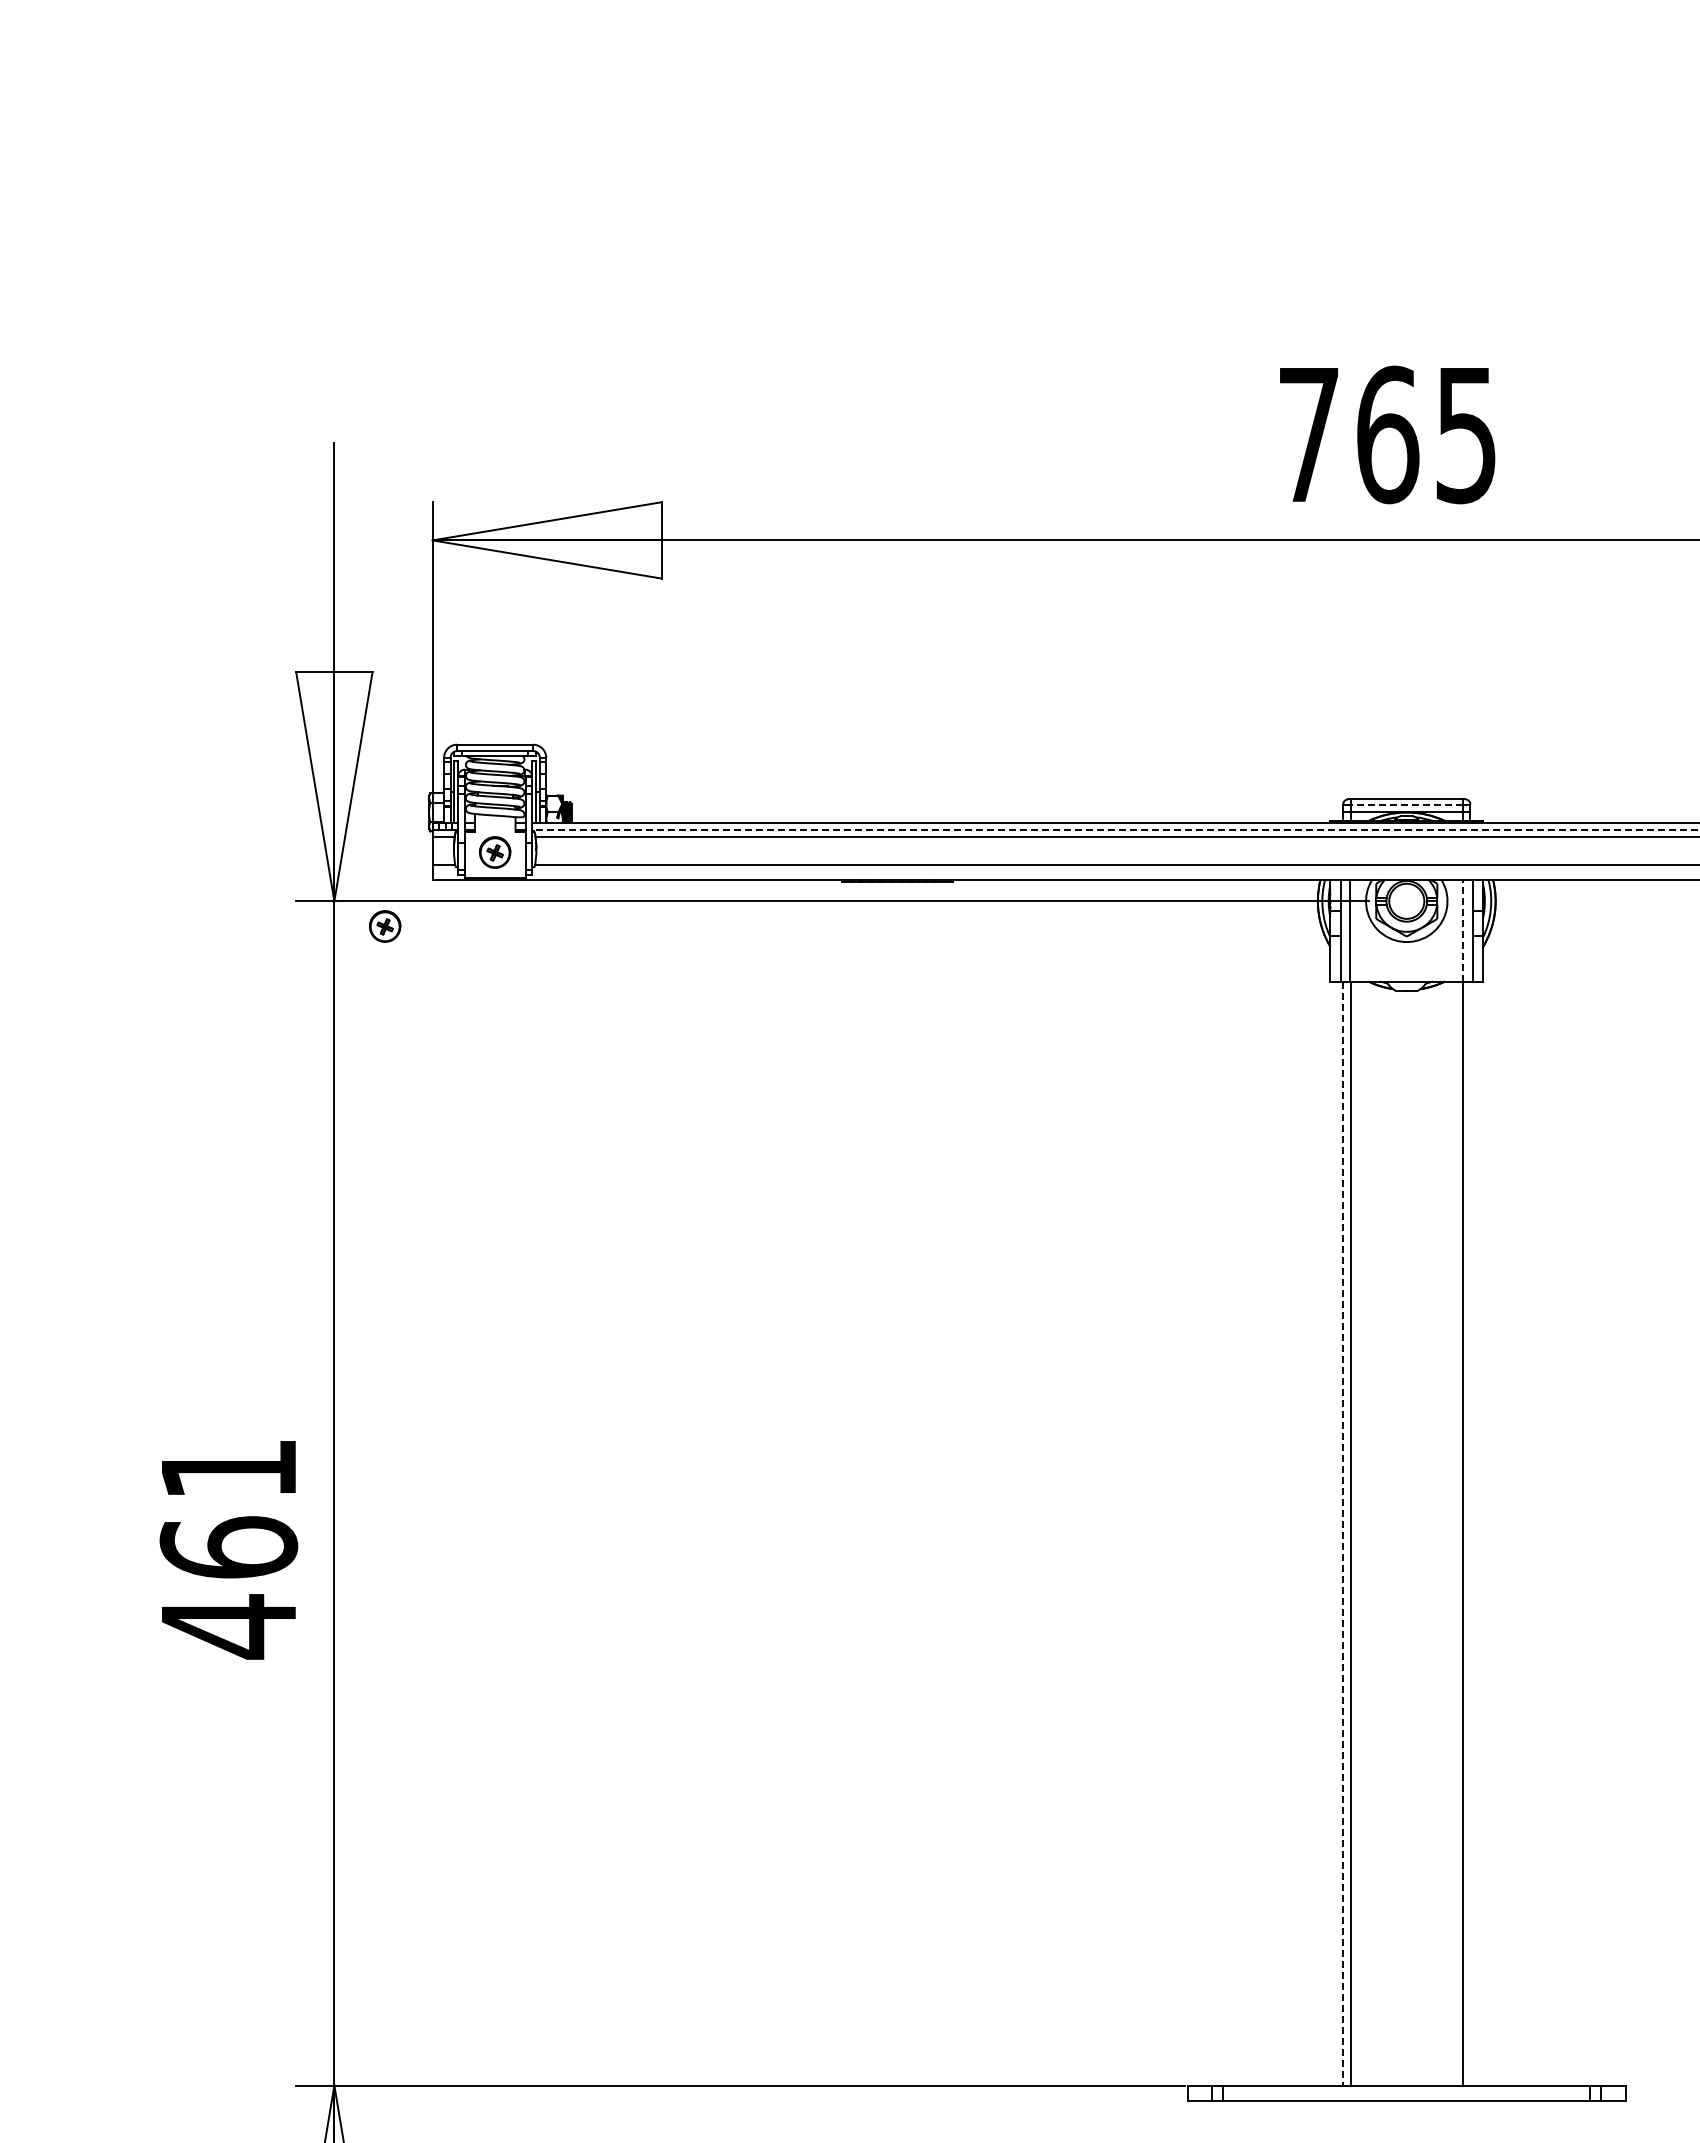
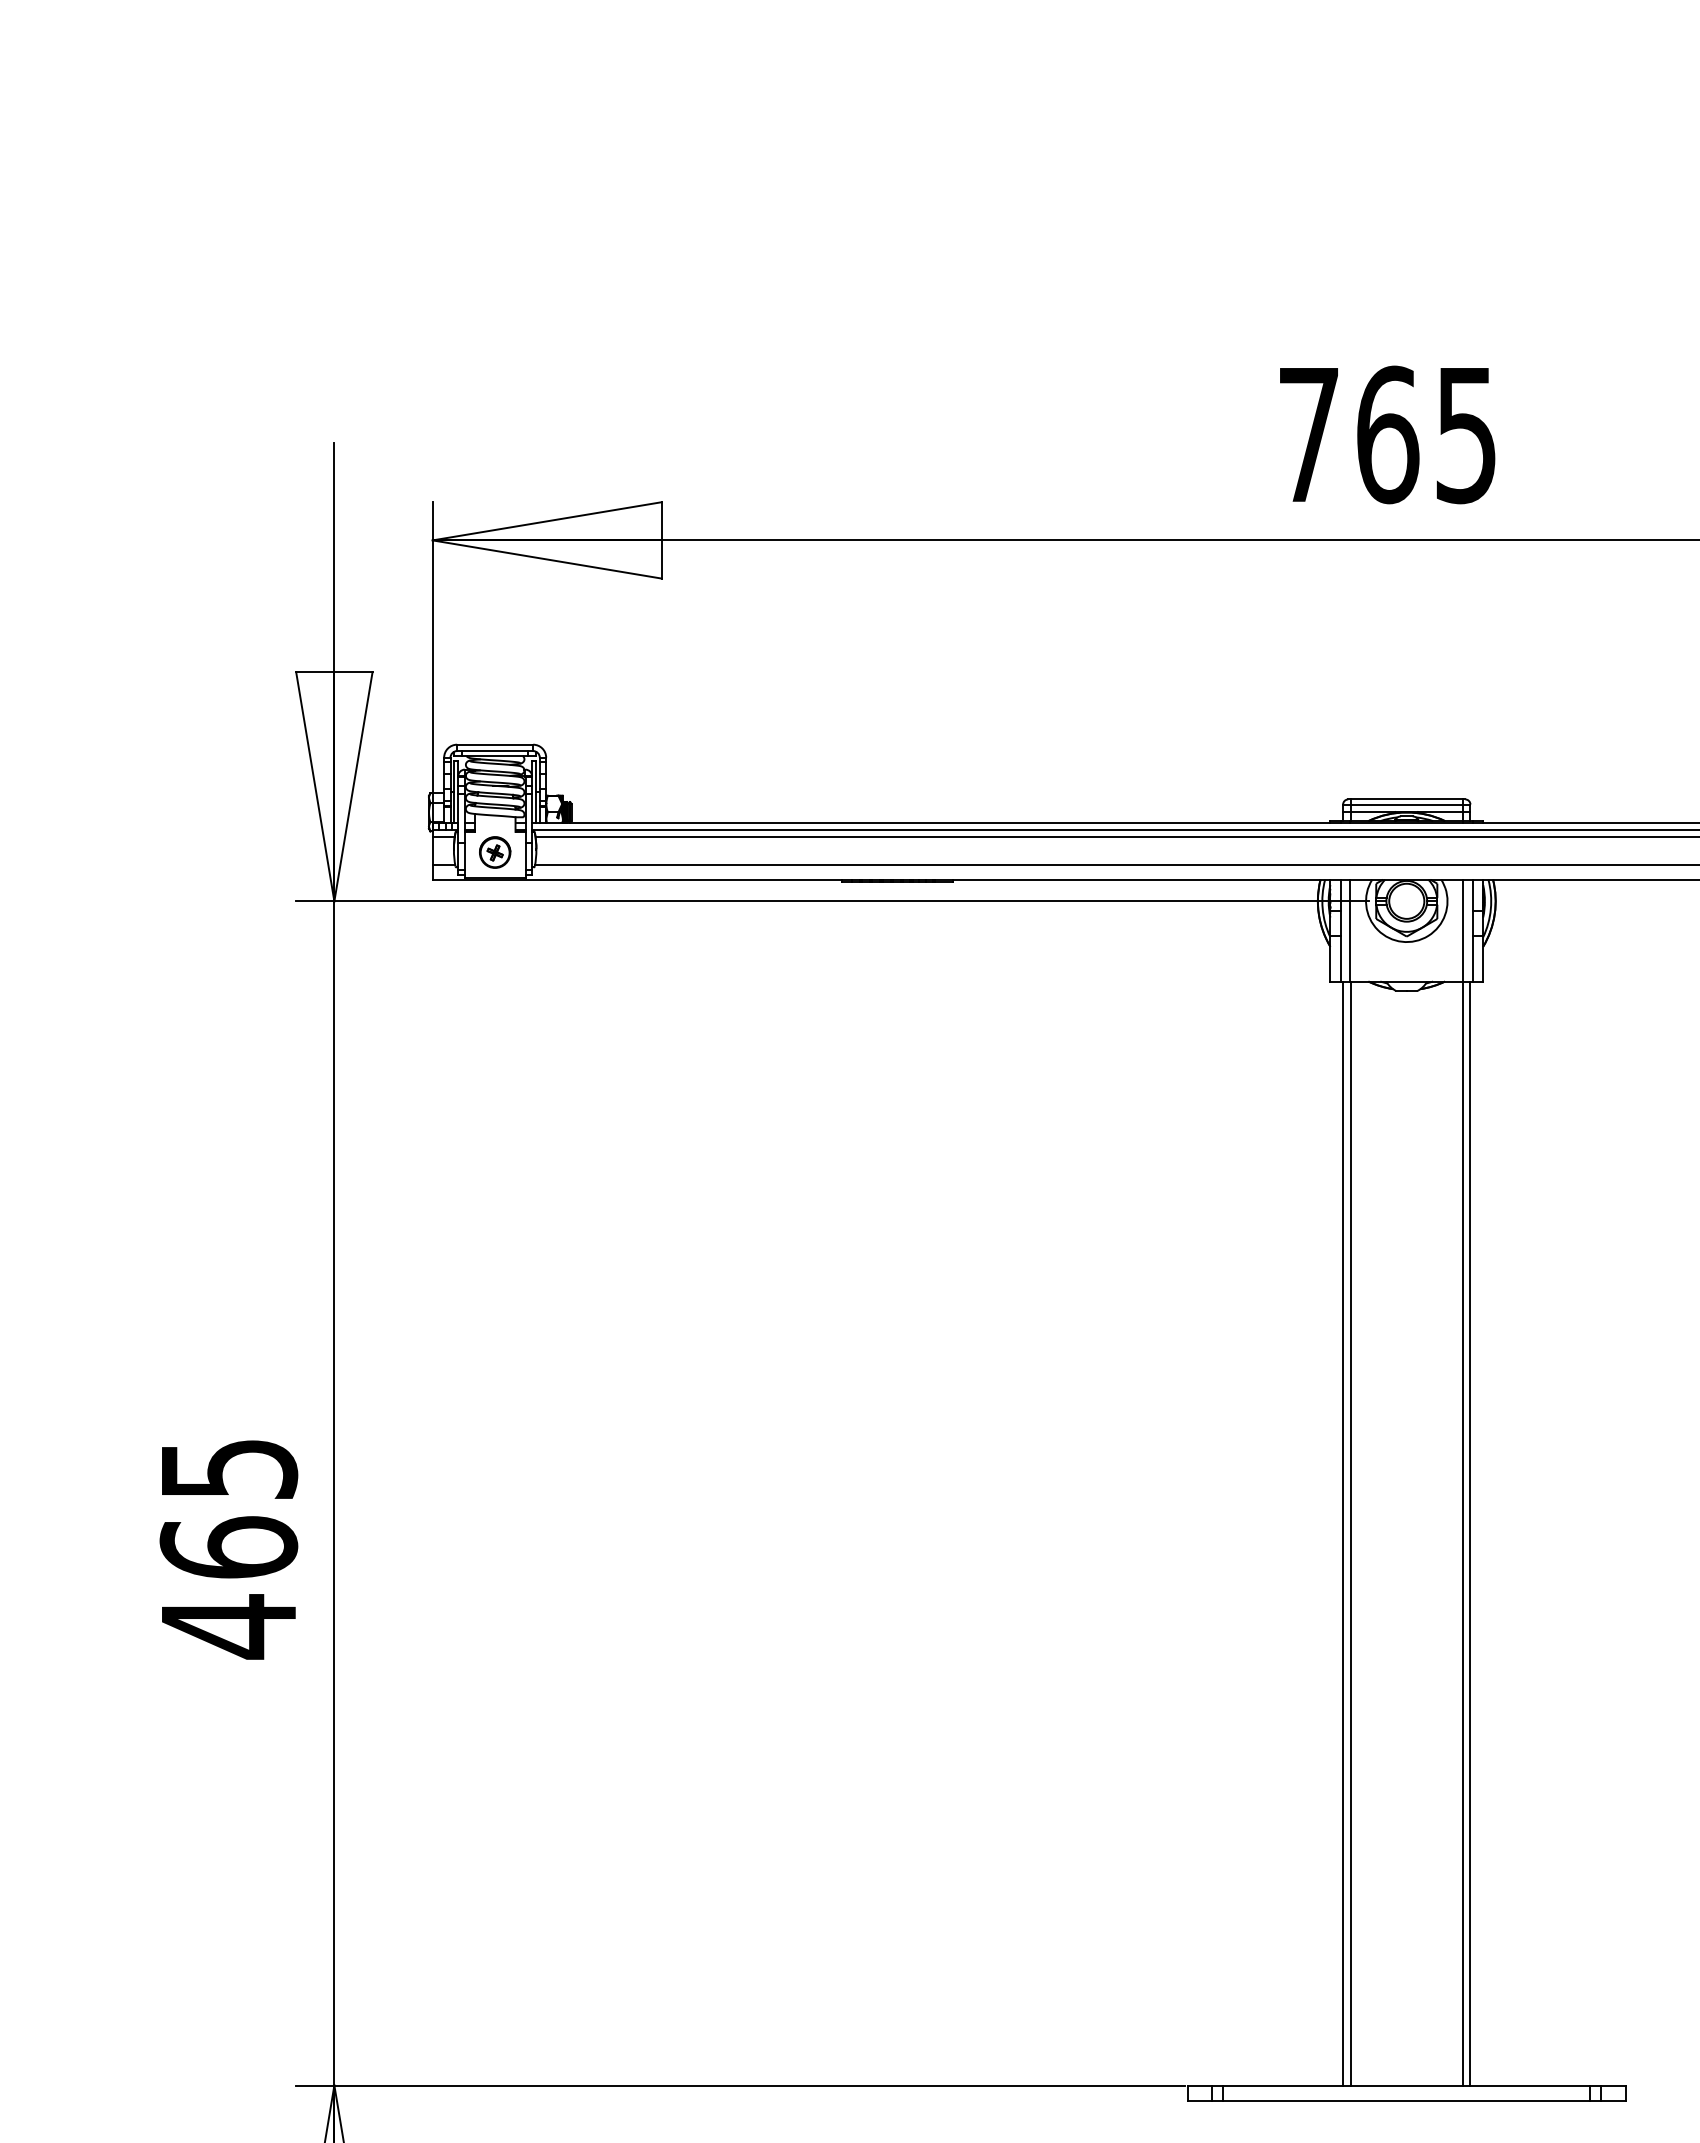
line at (1406, 804): dashed -> solid
line at (1115, 830): dashed -> solid
part at (385, 926): present -> none
line at (1463, 930): dashed -> solid
text at (230, 1469): 461 -> 465
line at (1343, 1533): dashed -> solid
line at (1470, 1533): none -> present
